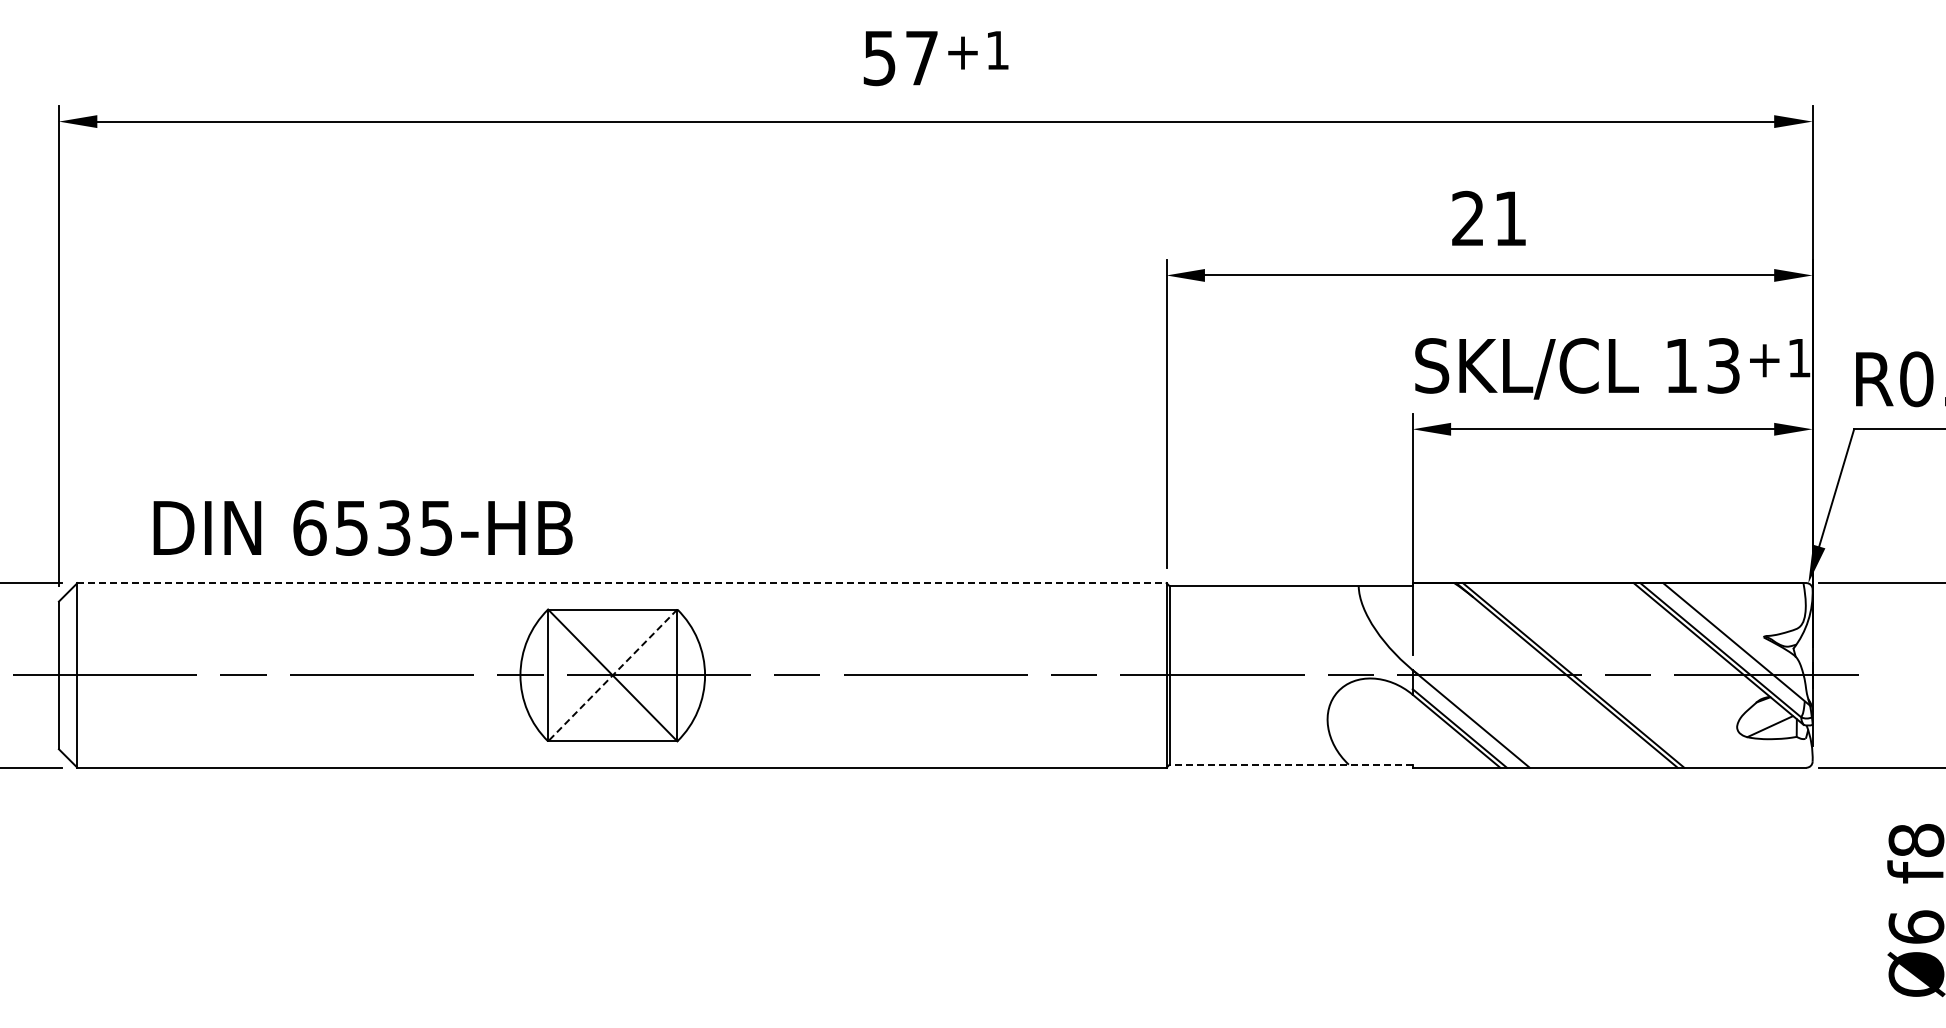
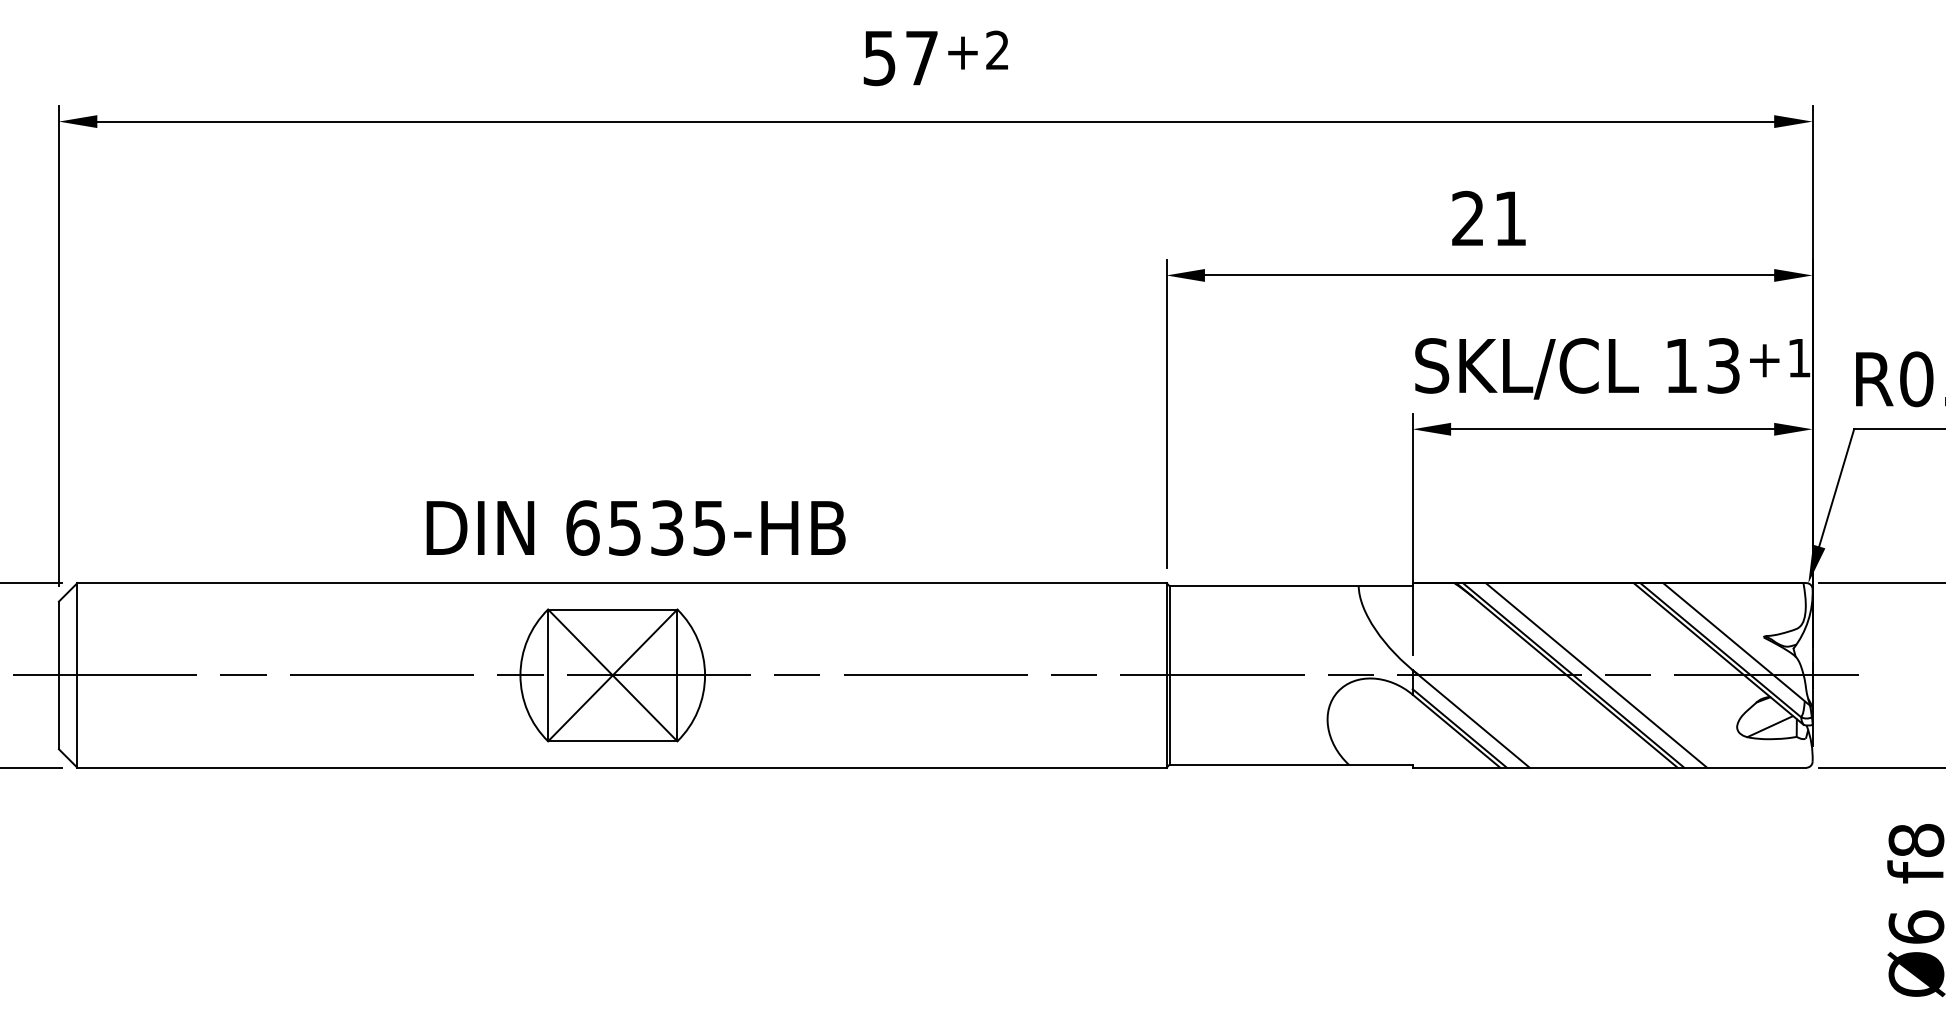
text at (997, 49): +1 -> +2
text at (362, 527) position: (362, 527) -> (635, 527)
line at (621, 583): dashed -> solid
line at (612, 675): dashed -> solid
line at (1596, 675): none -> present
line at (1291, 764): dashed -> solid
